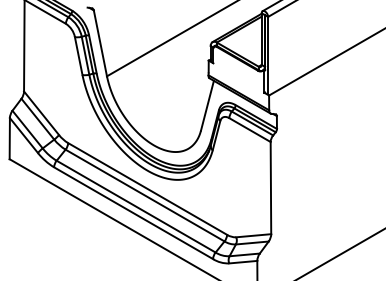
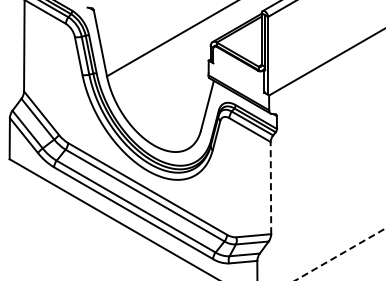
line at (270, 187): solid -> dashed
line at (339, 254): solid -> dashed
